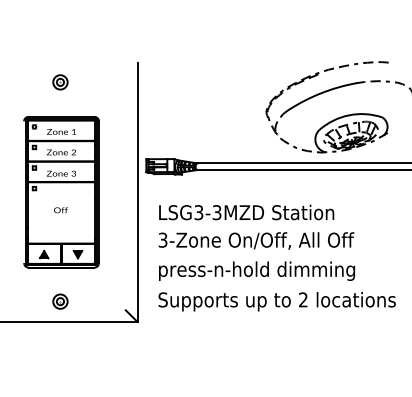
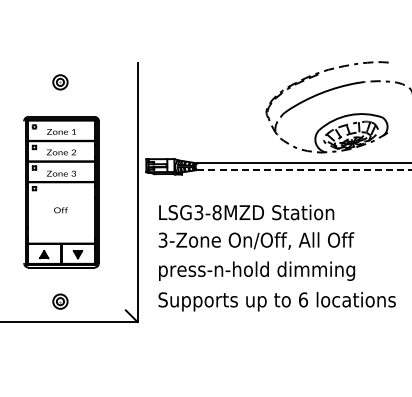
line at (304, 170): solid -> dashed
text at (216, 212): LSG3-3MZD -> LSG3-8MZD
text at (303, 299): 2 -> 6
